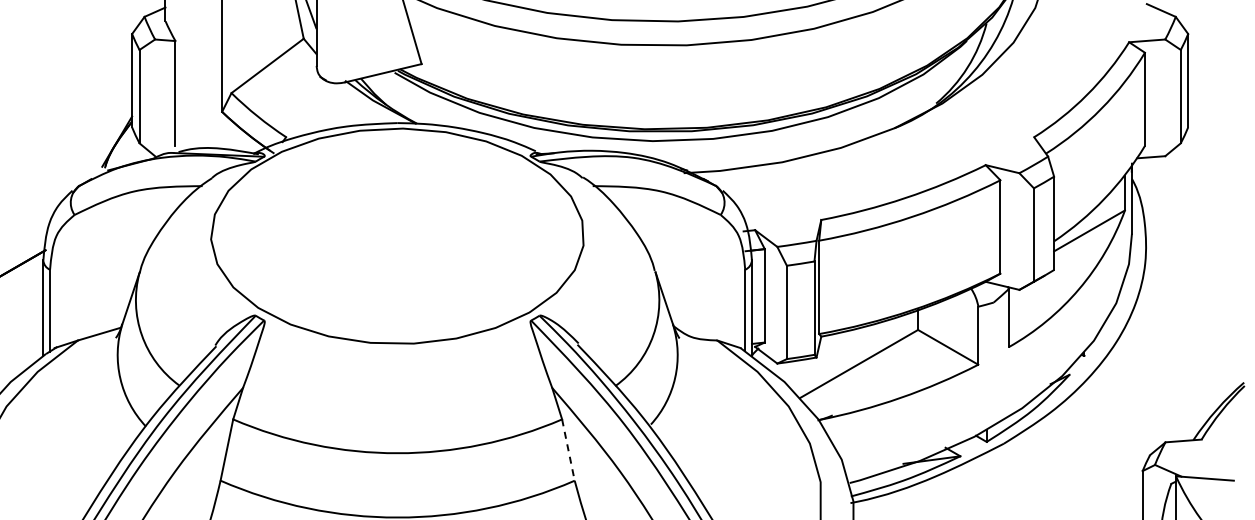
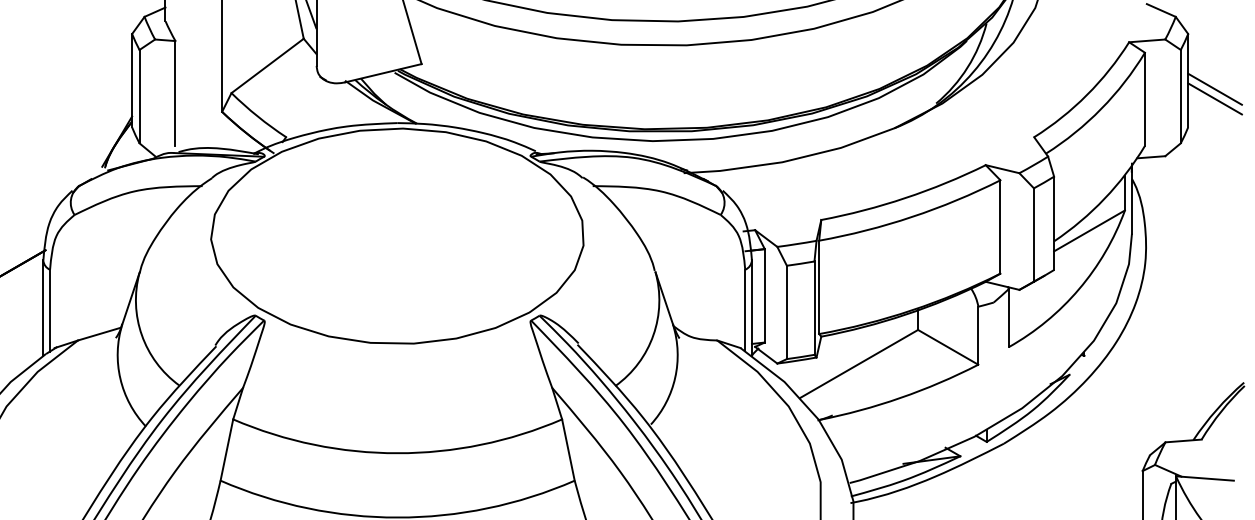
line at (1214, 88): none -> present
line at (1214, 98): none -> present
line at (568, 450): dashed -> solid
